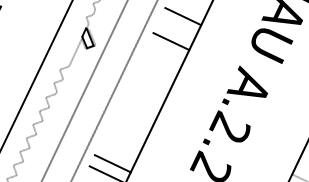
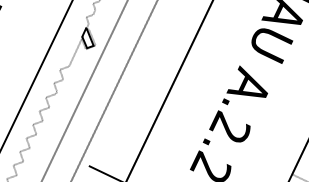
line at (183, 16): present -> none
line at (171, 41): present -> none
line at (112, 163): present -> none
